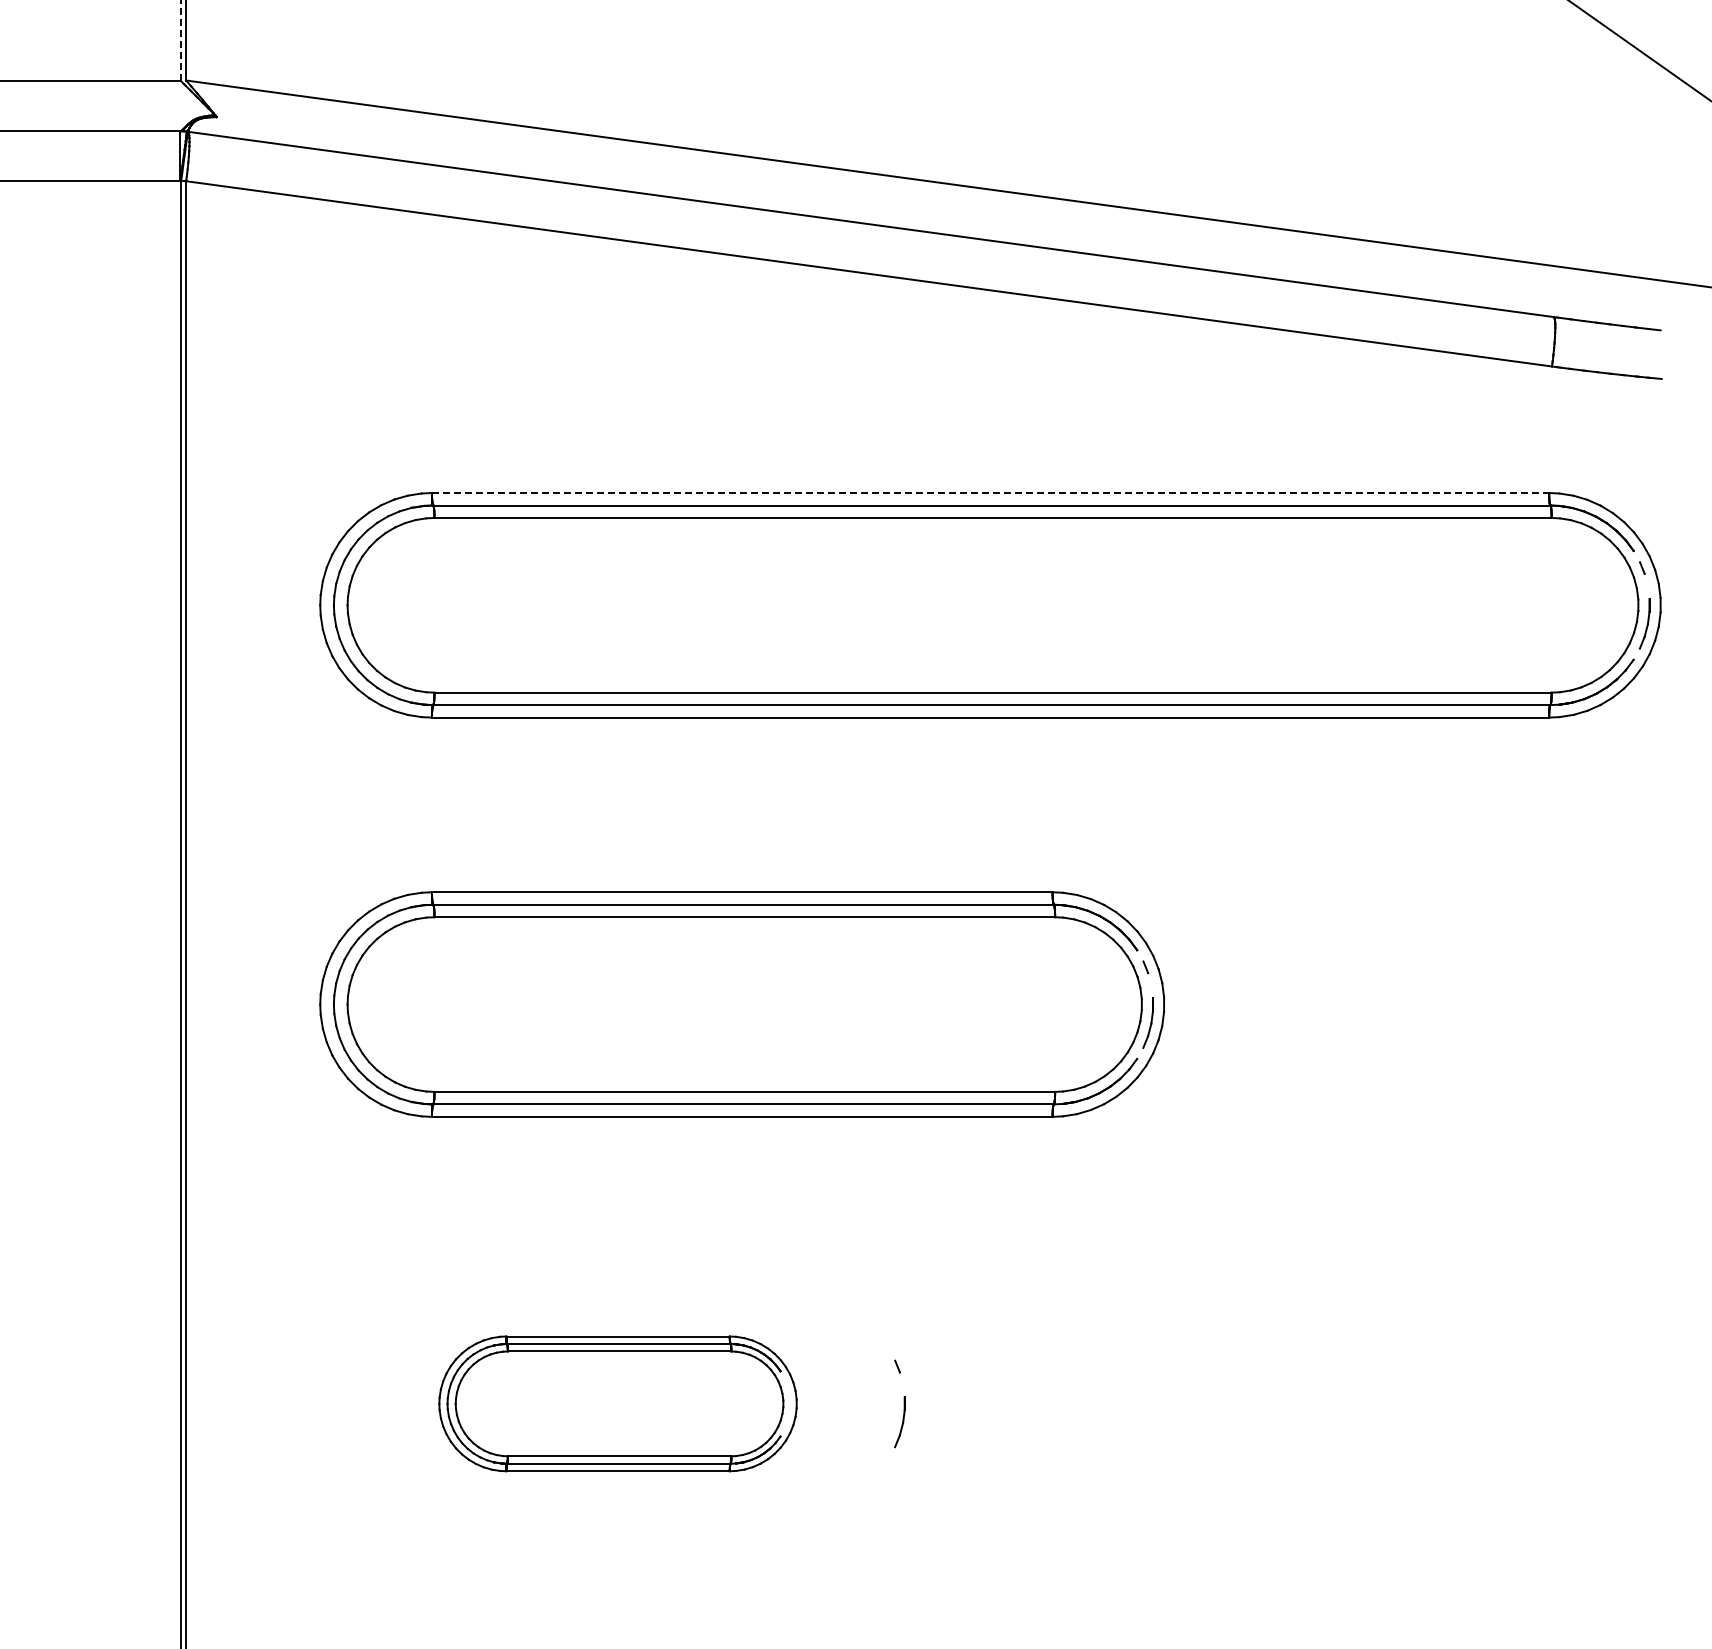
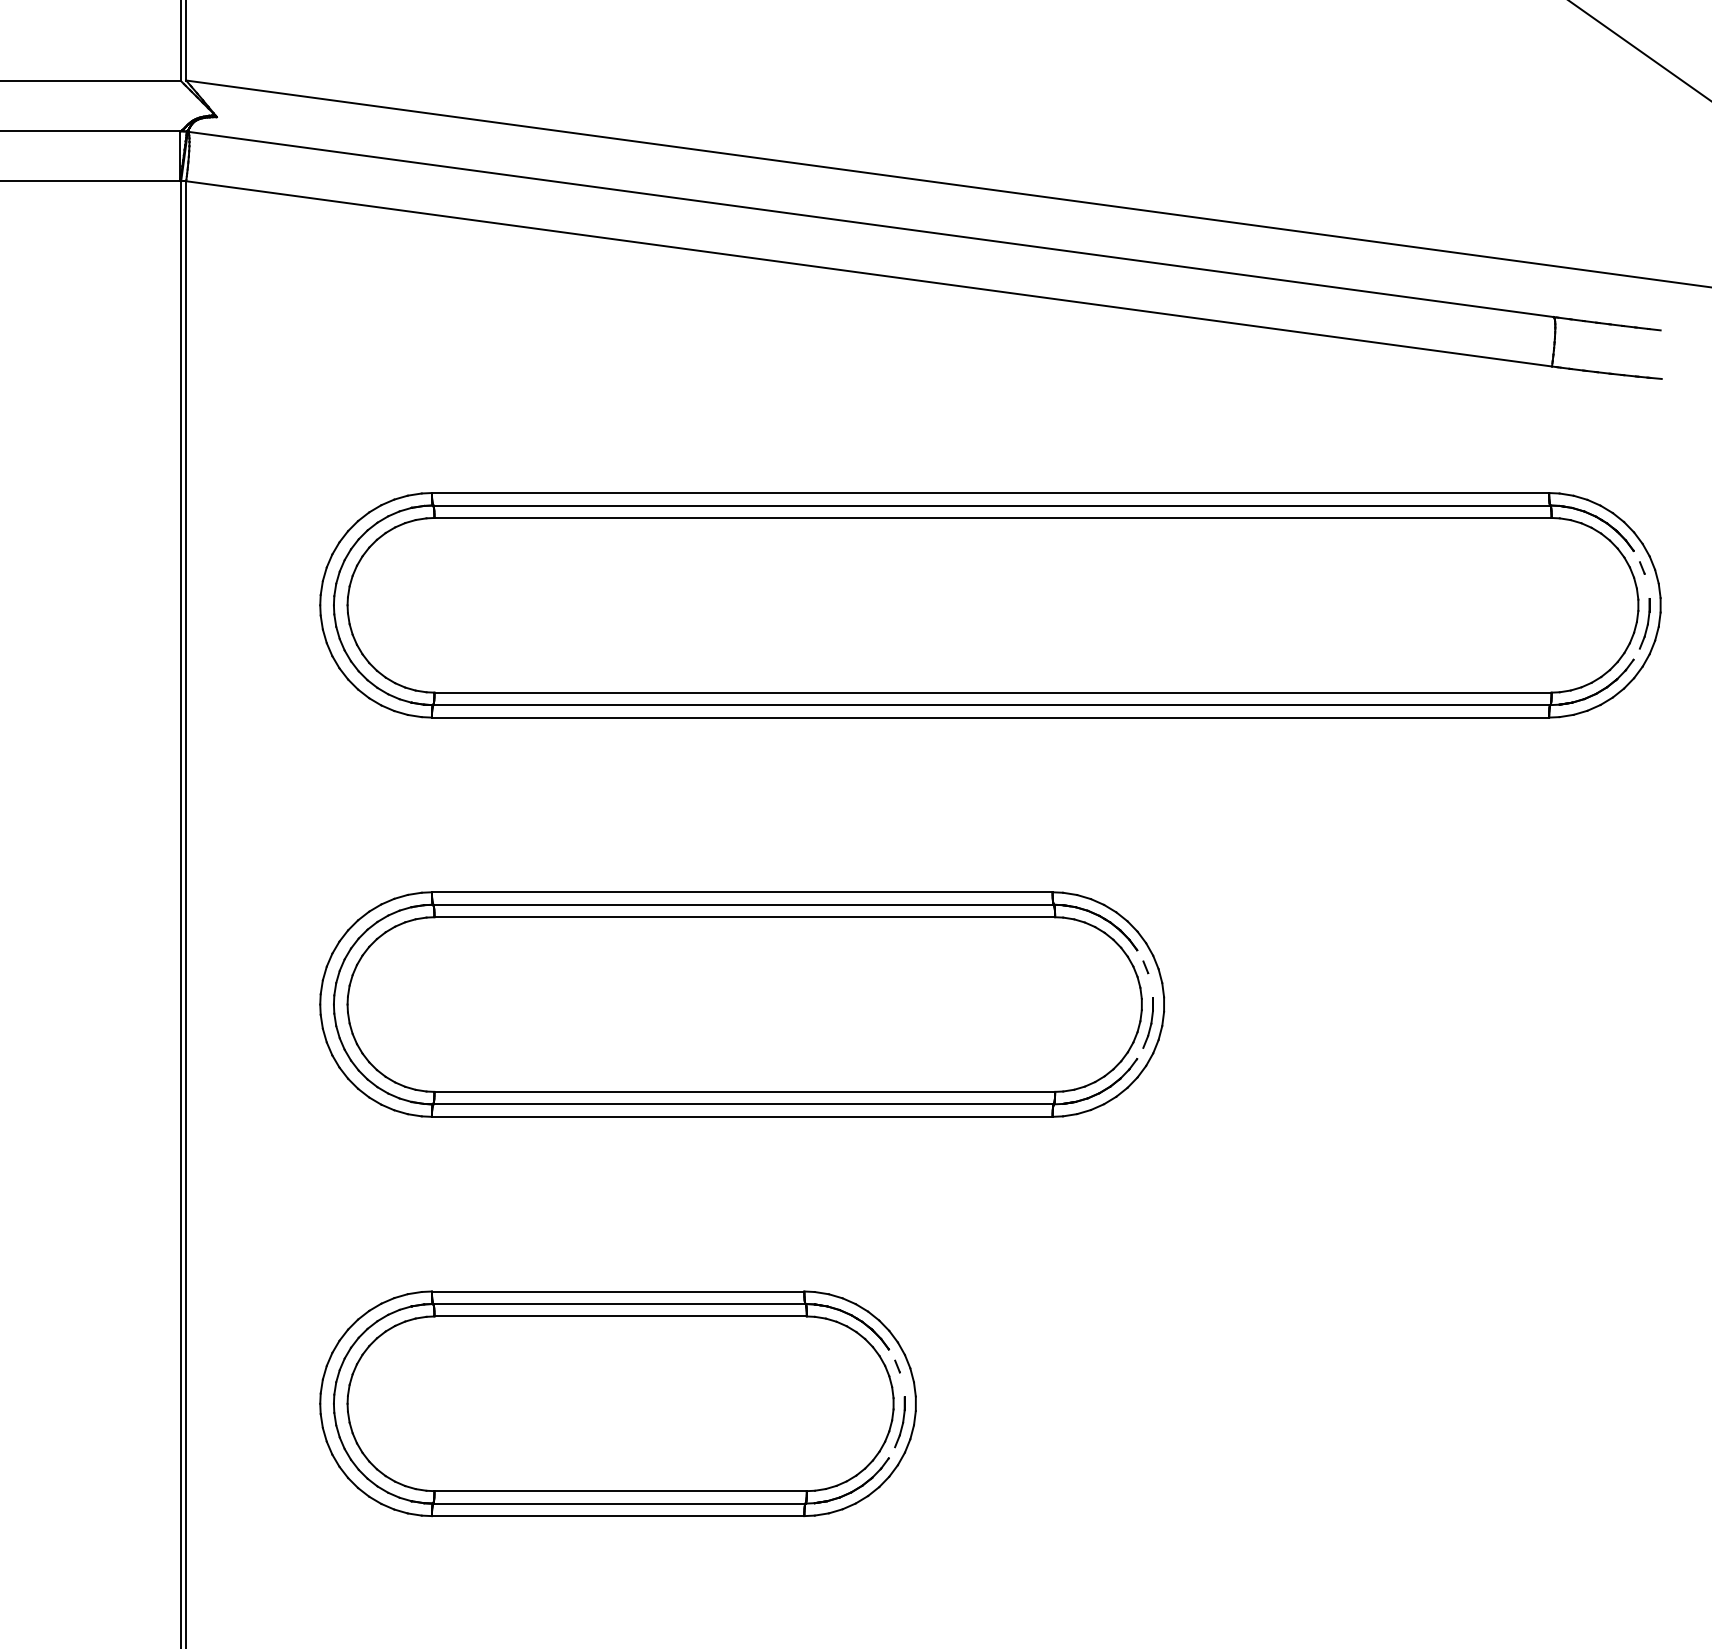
line at (181, 40): dashed -> solid
line at (990, 493): dashed -> solid
part at (617, 1403) size: 360x138 px -> 598x228 px
